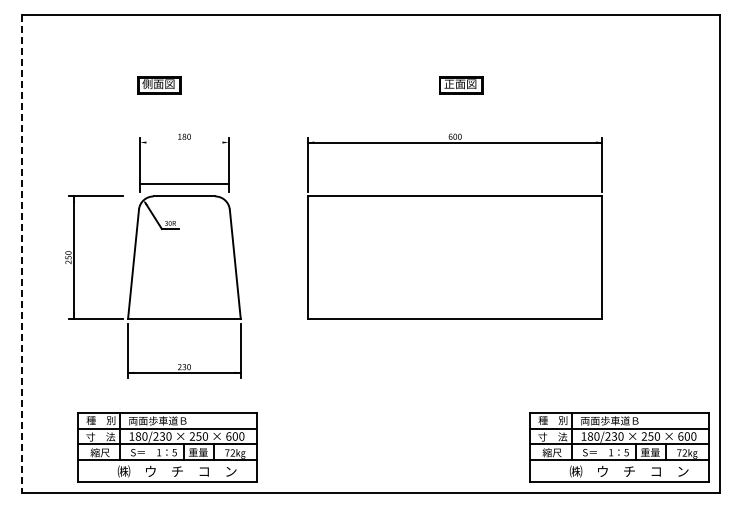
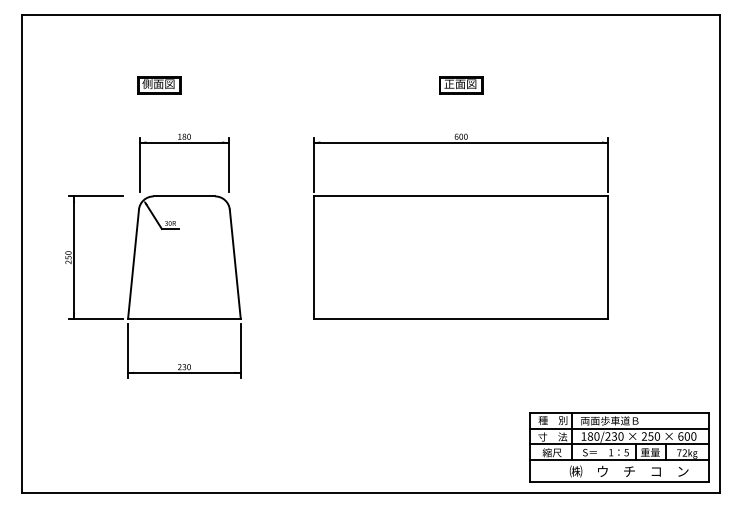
line at (184, 183) position: (184, 183) -> (184, 142)
part at (454, 226) position: (454, 226) -> (460, 226)
line at (22, 254): dashed -> solid
part at (167, 447): present -> none
